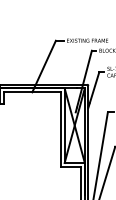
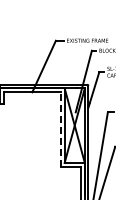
line at (60, 129): solid -> dashed
